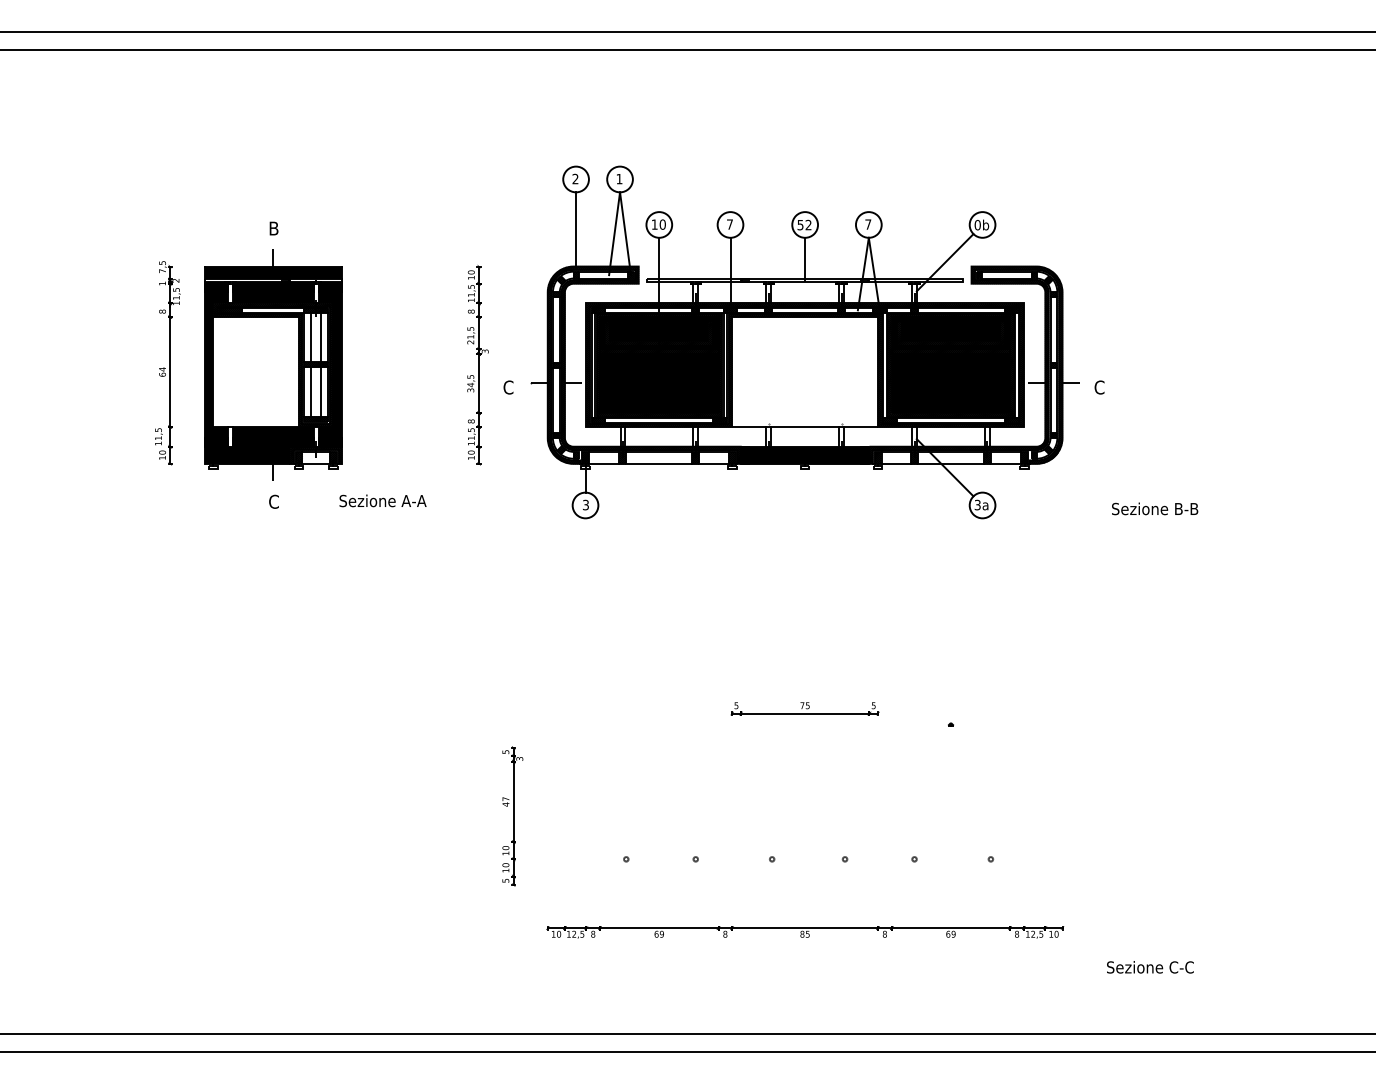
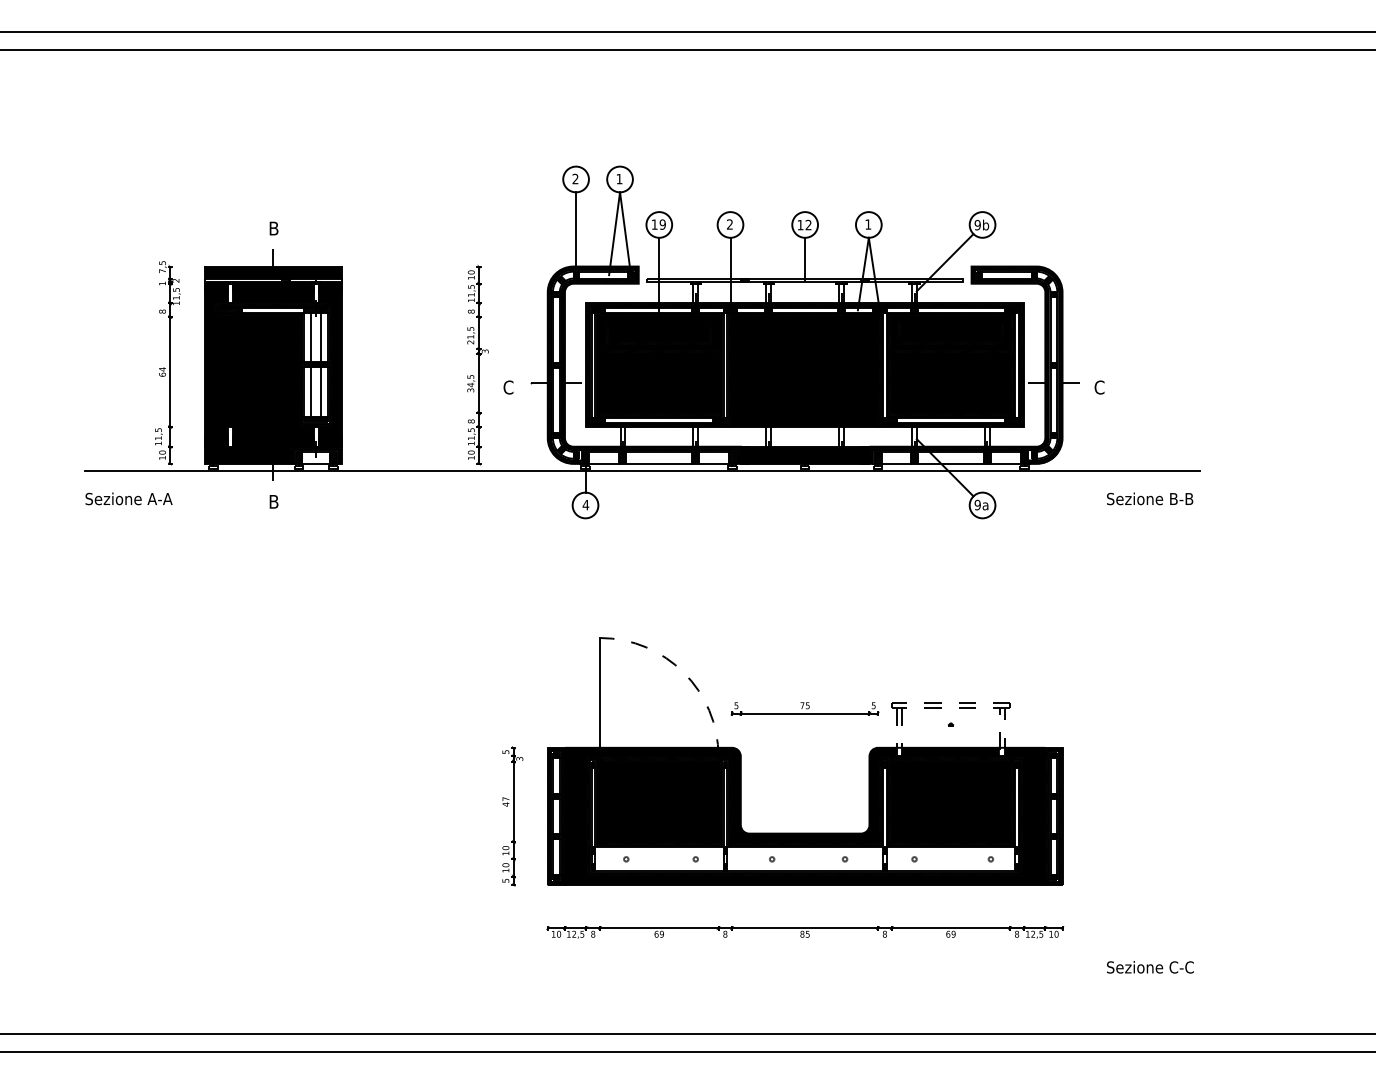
text at (662, 224): 10 -> 19
text at (729, 224): 7 -> 2
text at (868, 224): 7 -> 1
text at (800, 225): 52 -> 12
text at (977, 225): 0b -> 9b
fill at (256, 371): none -> present
fill at (805, 371): none -> present
line at (641, 470): none -> present
text at (382, 500) position: (382, 500) -> (128, 498)
text at (273, 501): C -> B
text at (585, 504): 3 -> 4
text at (977, 504): 3a -> 9a
text at (1155, 508) position: (1155, 508) -> (1150, 498)
part at (868, 761): none -> present
